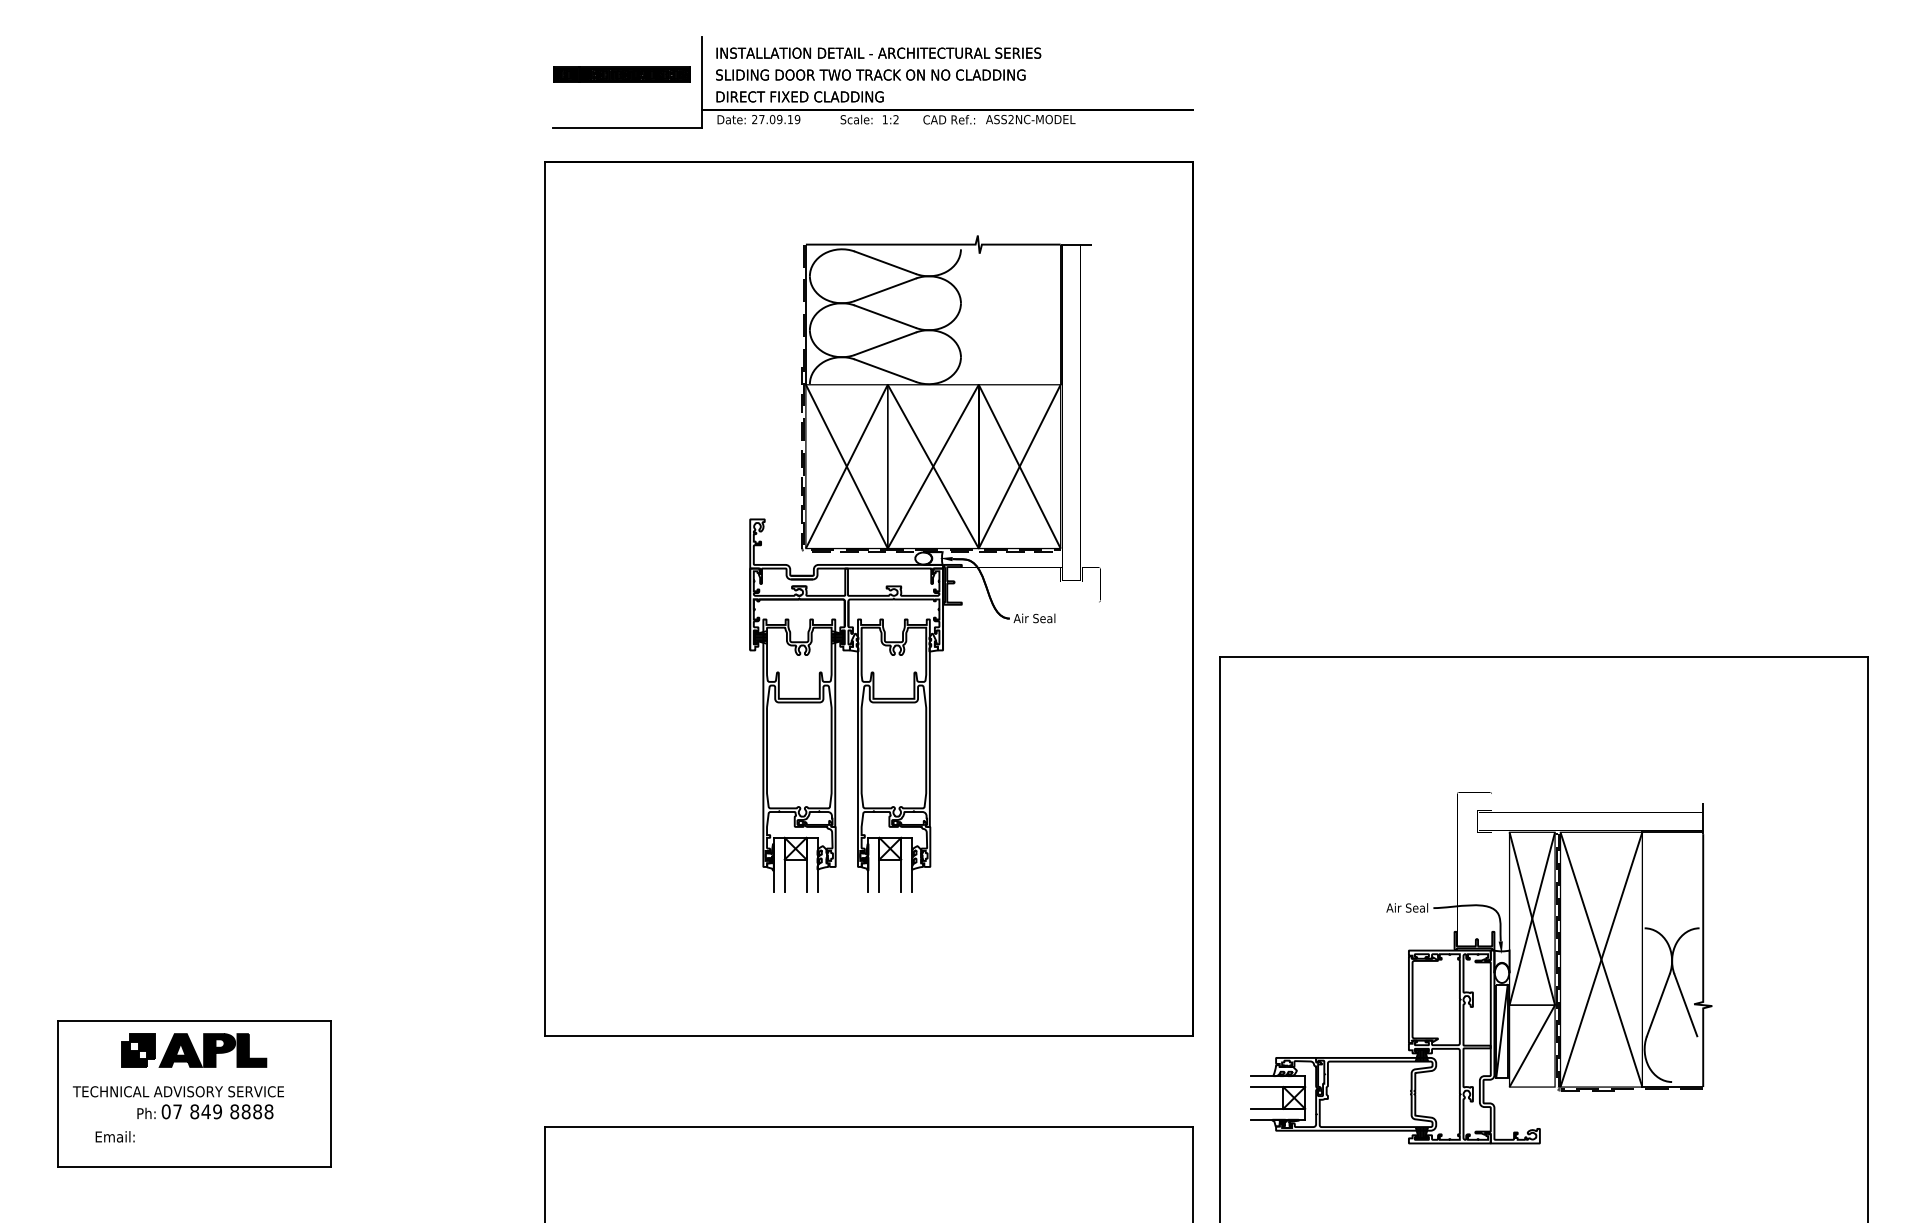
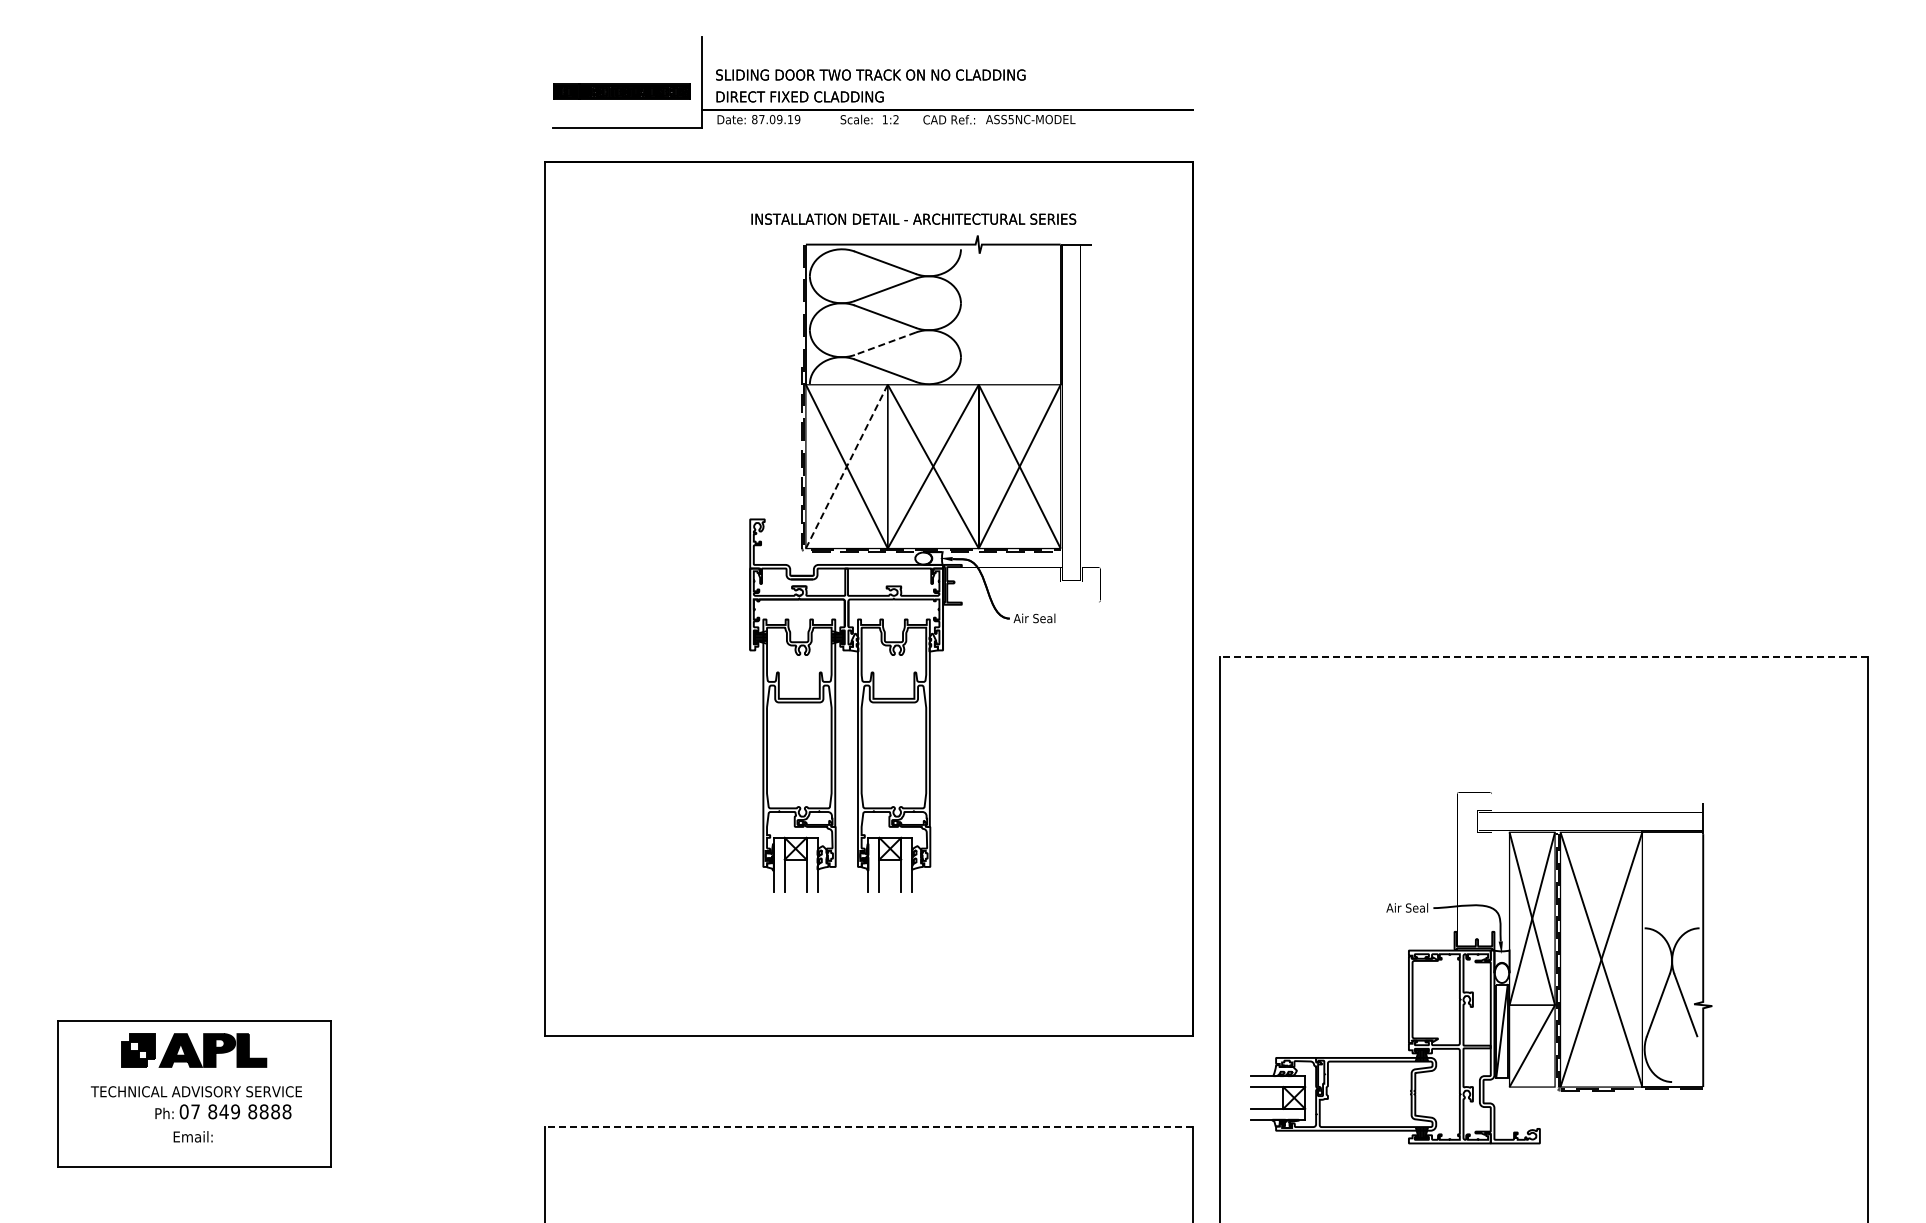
text at (878, 52) position: (878, 52) -> (913, 218)
part at (621, 74) position: (621, 74) -> (621, 91)
text at (754, 119): 27.09.19 -> 87.09.19
text at (1010, 119): ASS2NC-MODEL -> ASS5NC-MODEL
line at (885, 343): solid -> dashed
line at (846, 466): solid -> dashed
line at (1544, 656): solid -> dashed
text at (178, 1102) position: (178, 1102) -> (196, 1102)
line at (869, 1127): solid -> dashed
text at (114, 1136) position: (114, 1136) -> (192, 1136)
